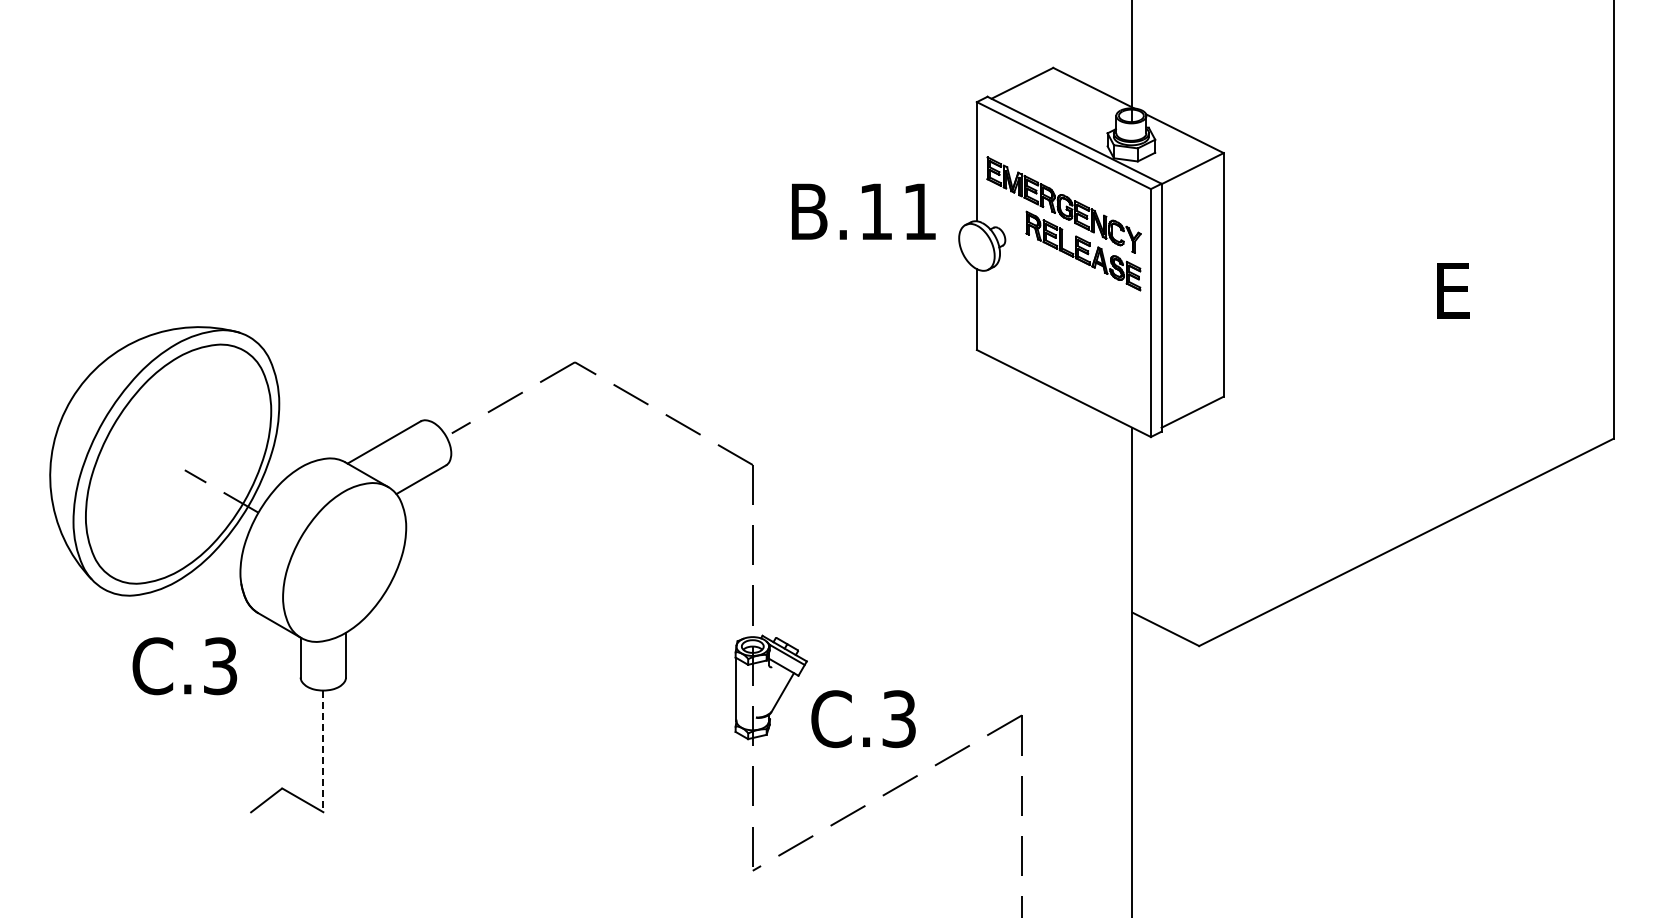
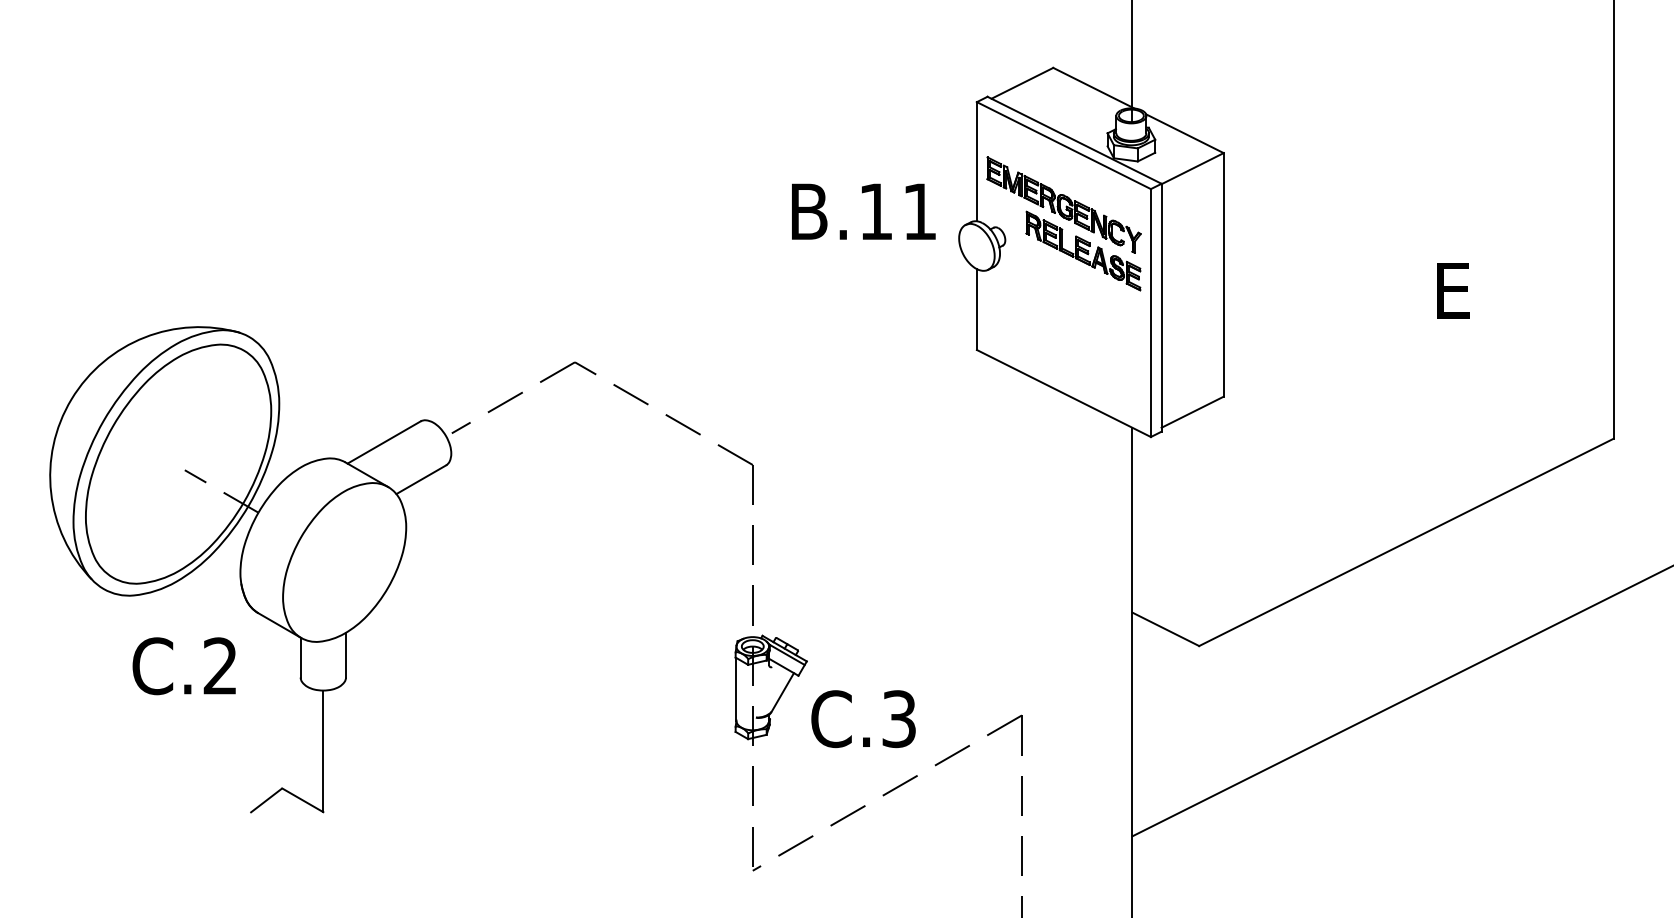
text at (220, 666): C.3 -> C.2
line at (1401, 701): none -> present
line at (323, 751): dashed -> solid
